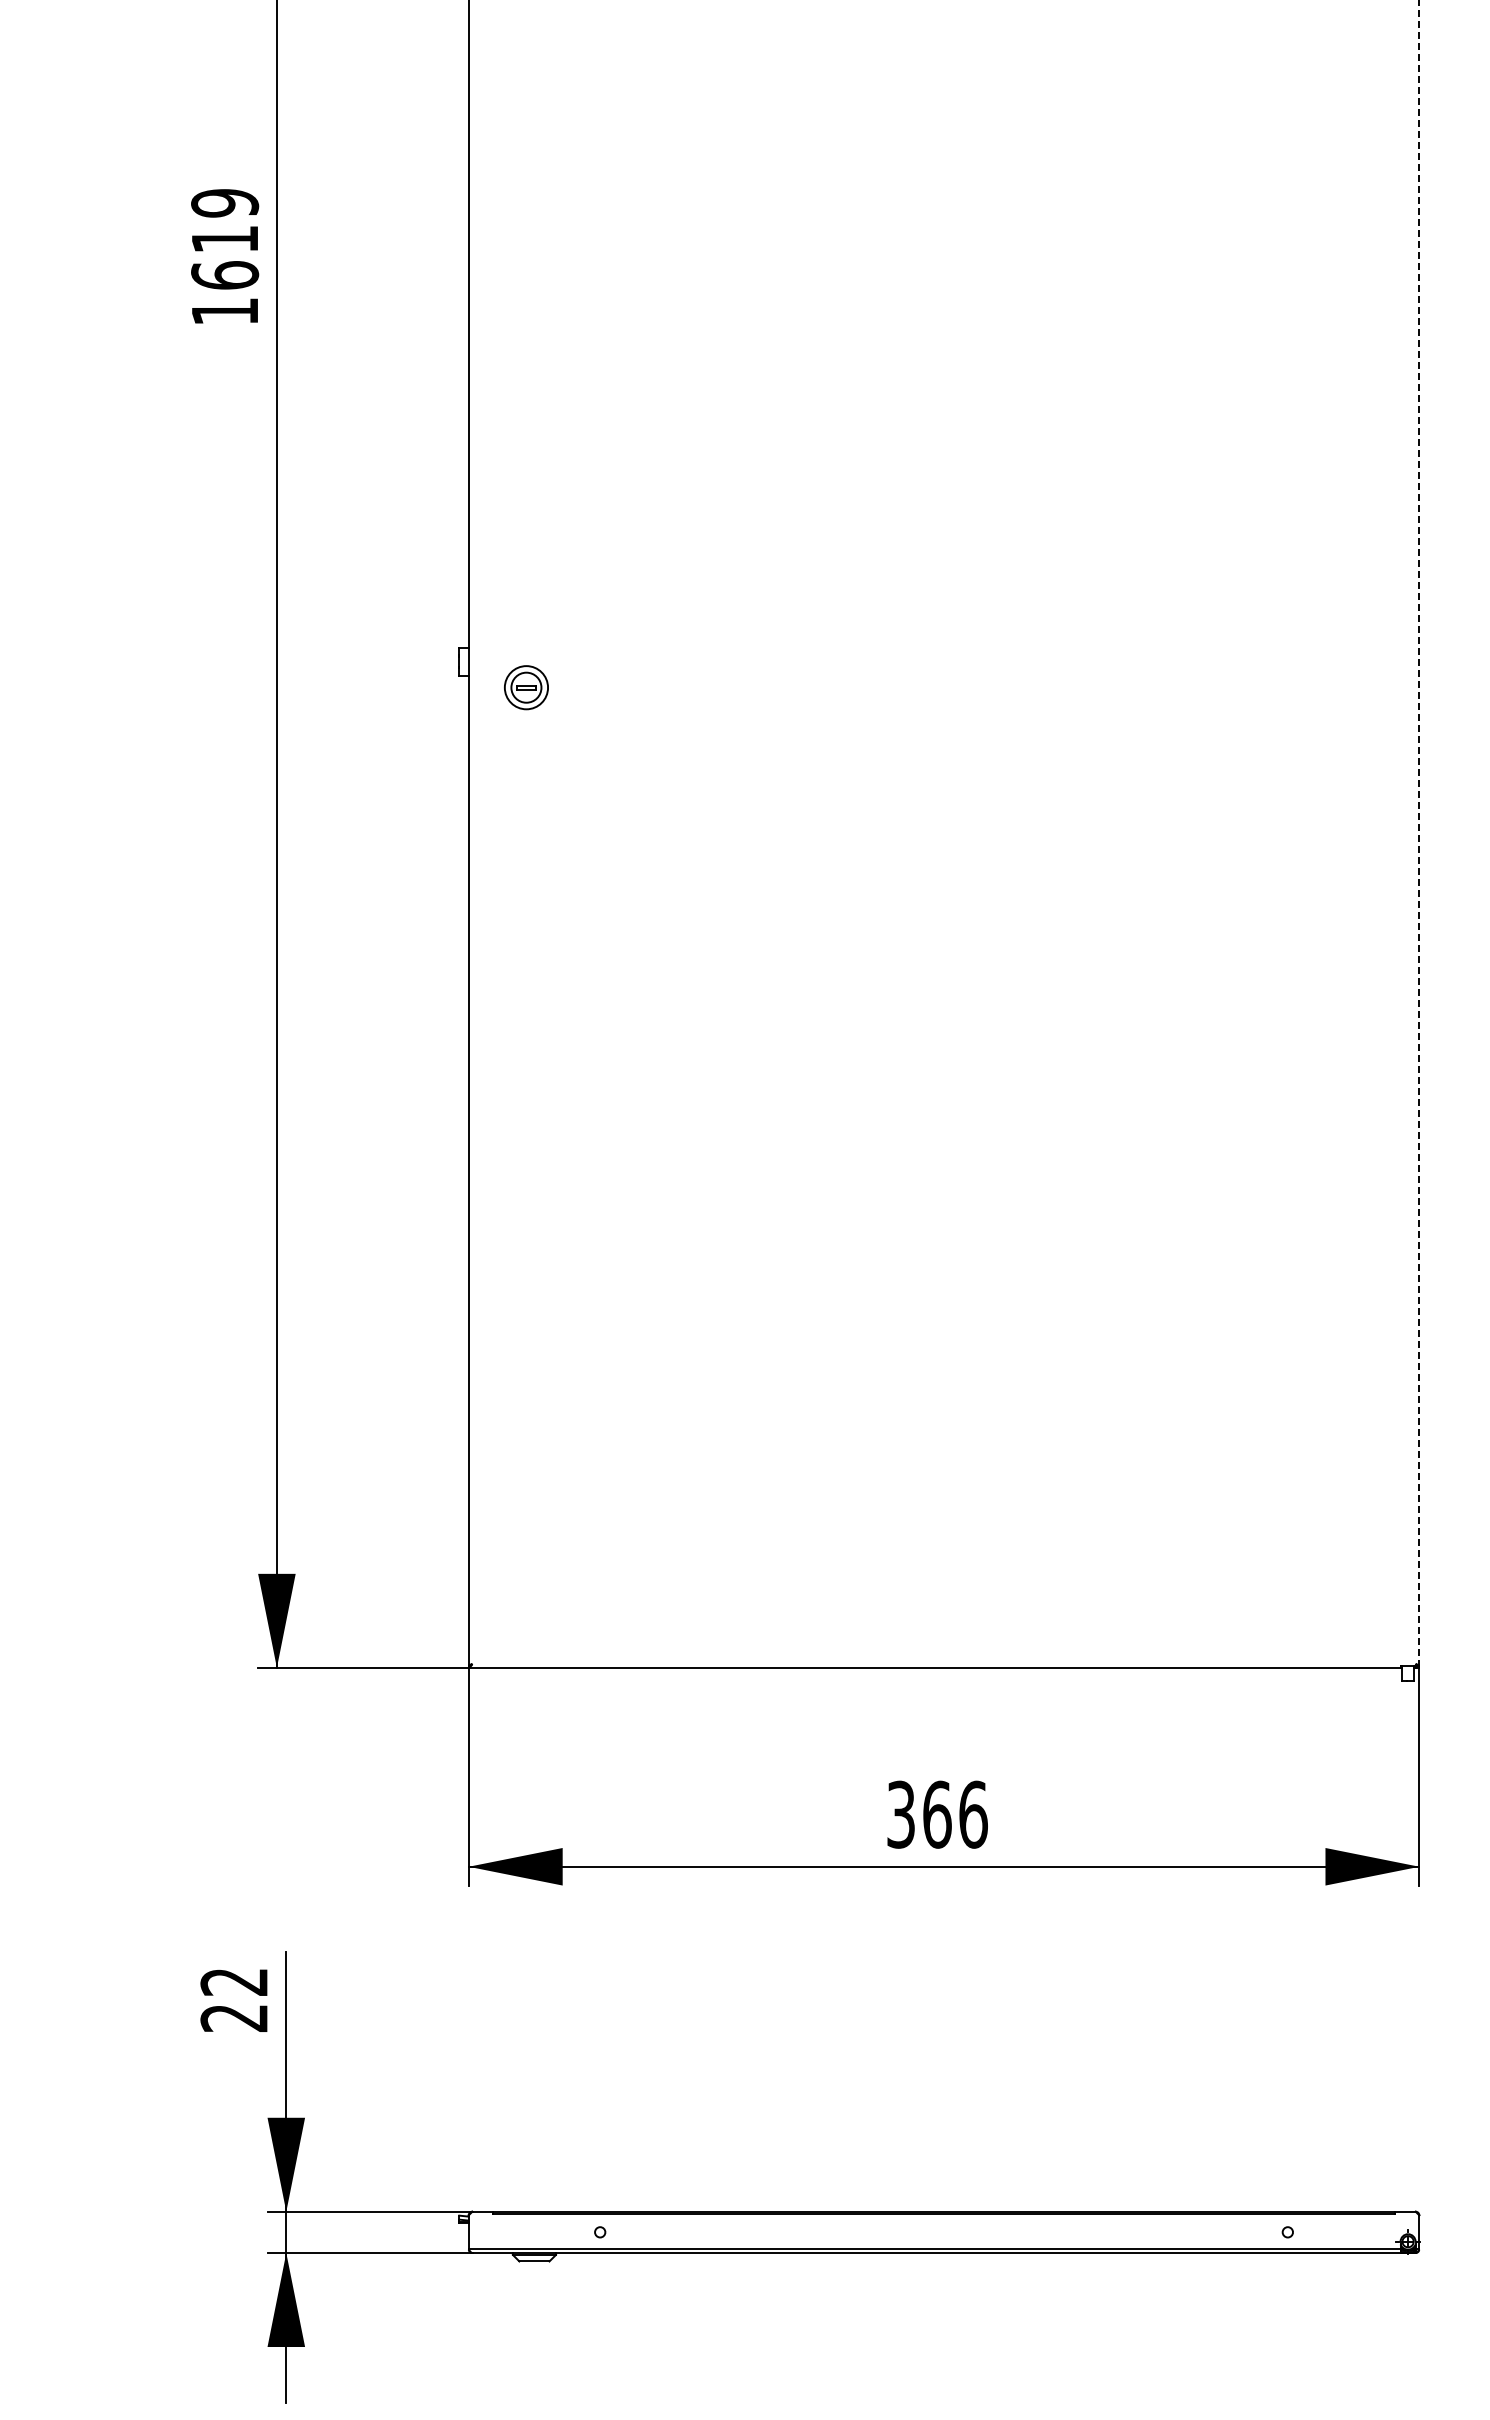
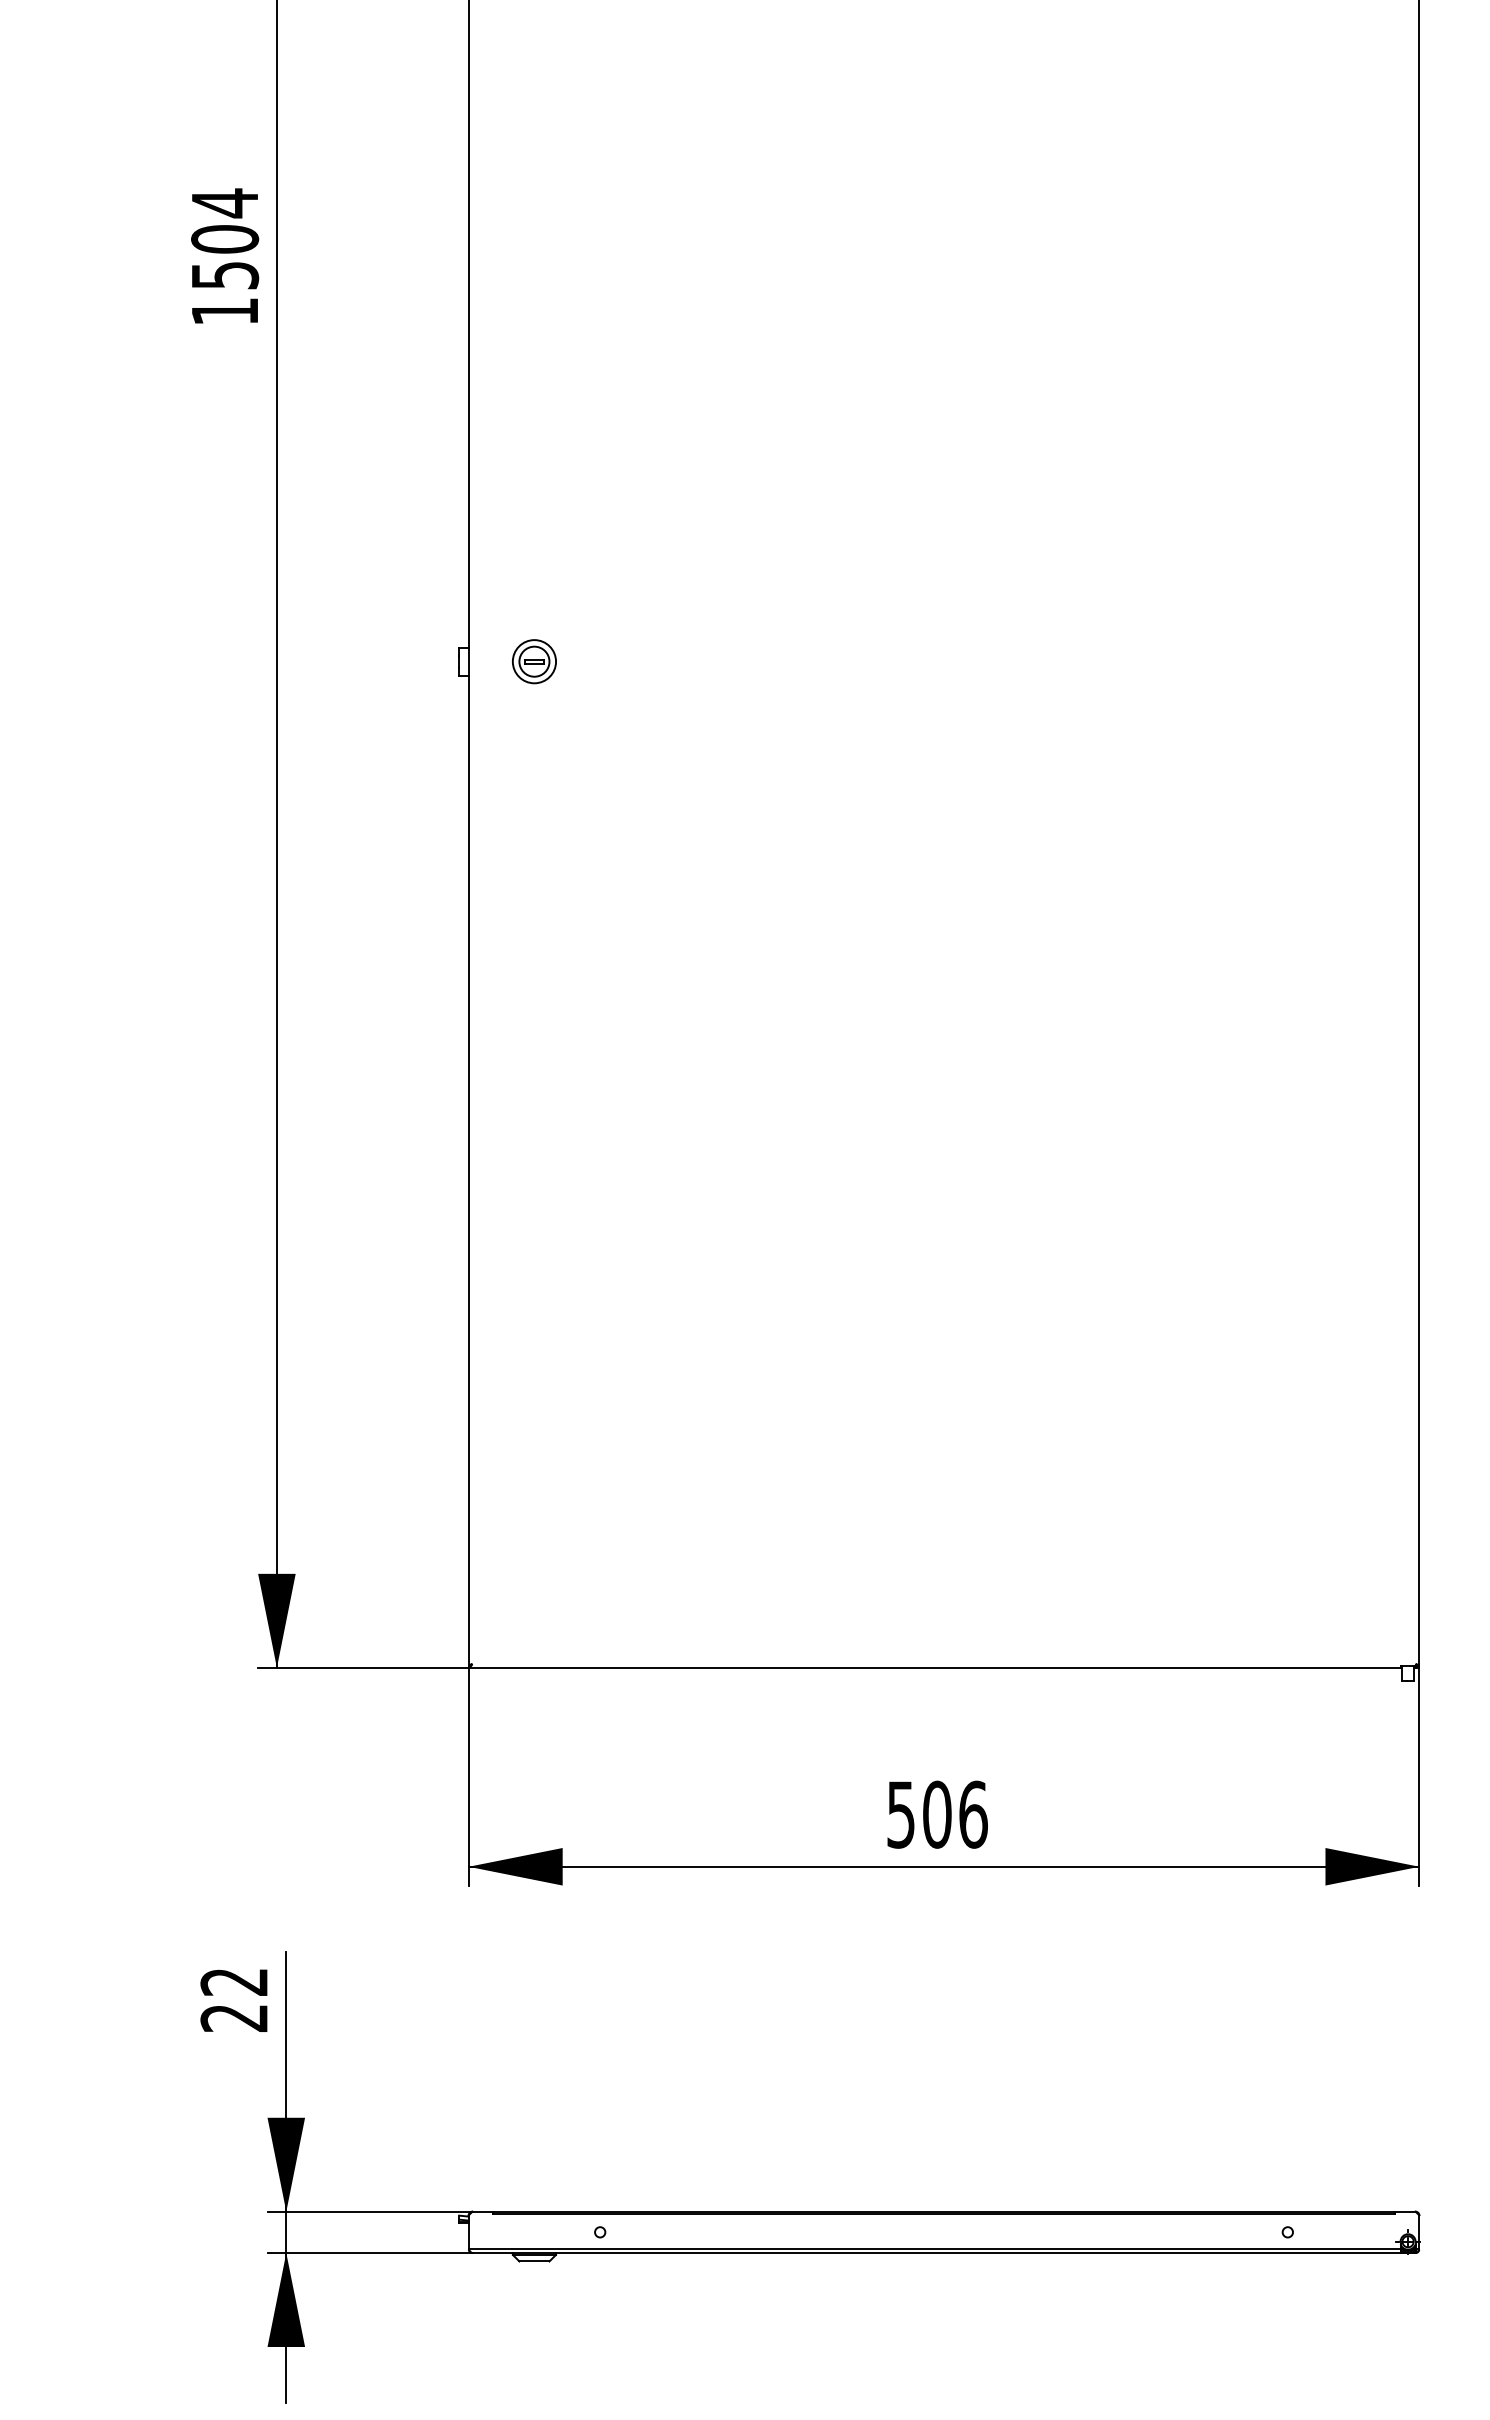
text at (225, 238): 1619 -> 1504
part at (526, 687) position: (526, 687) -> (534, 661)
line at (1419, 832): dashed -> solid
text at (919, 1814): 366 -> 506
